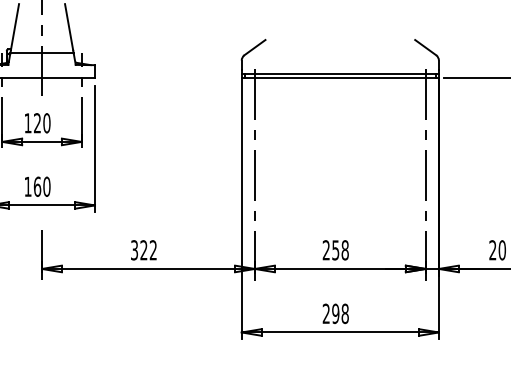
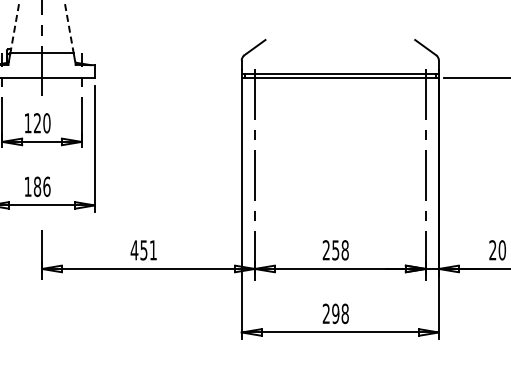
line at (14, 27): solid -> dashed
line at (69, 27): solid -> dashed
text at (41, 186): 160 -> 186
text at (143, 250): 322 -> 451
